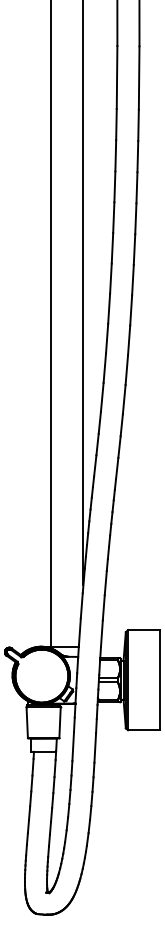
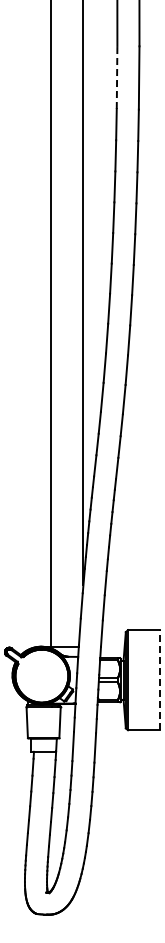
line at (117, 77): solid -> dashed
line at (159, 679): solid -> dashed
